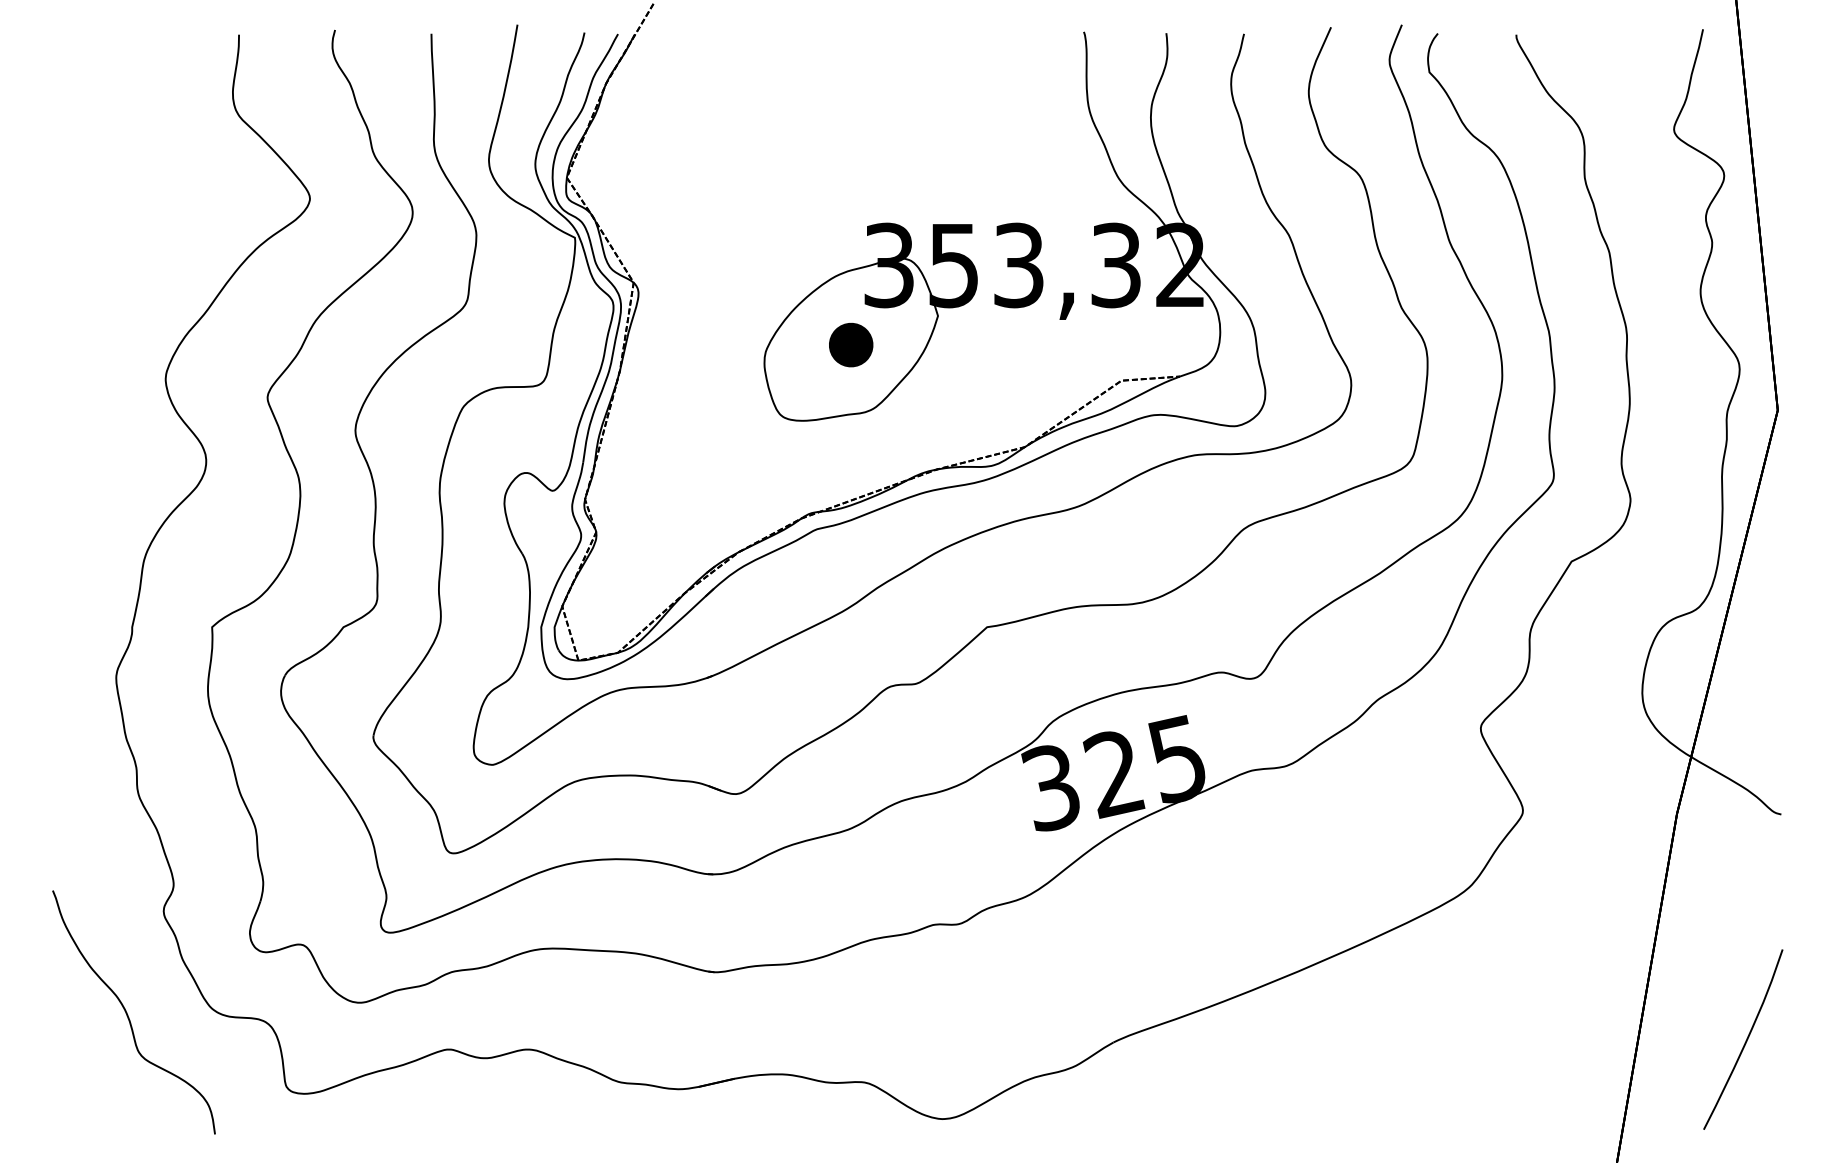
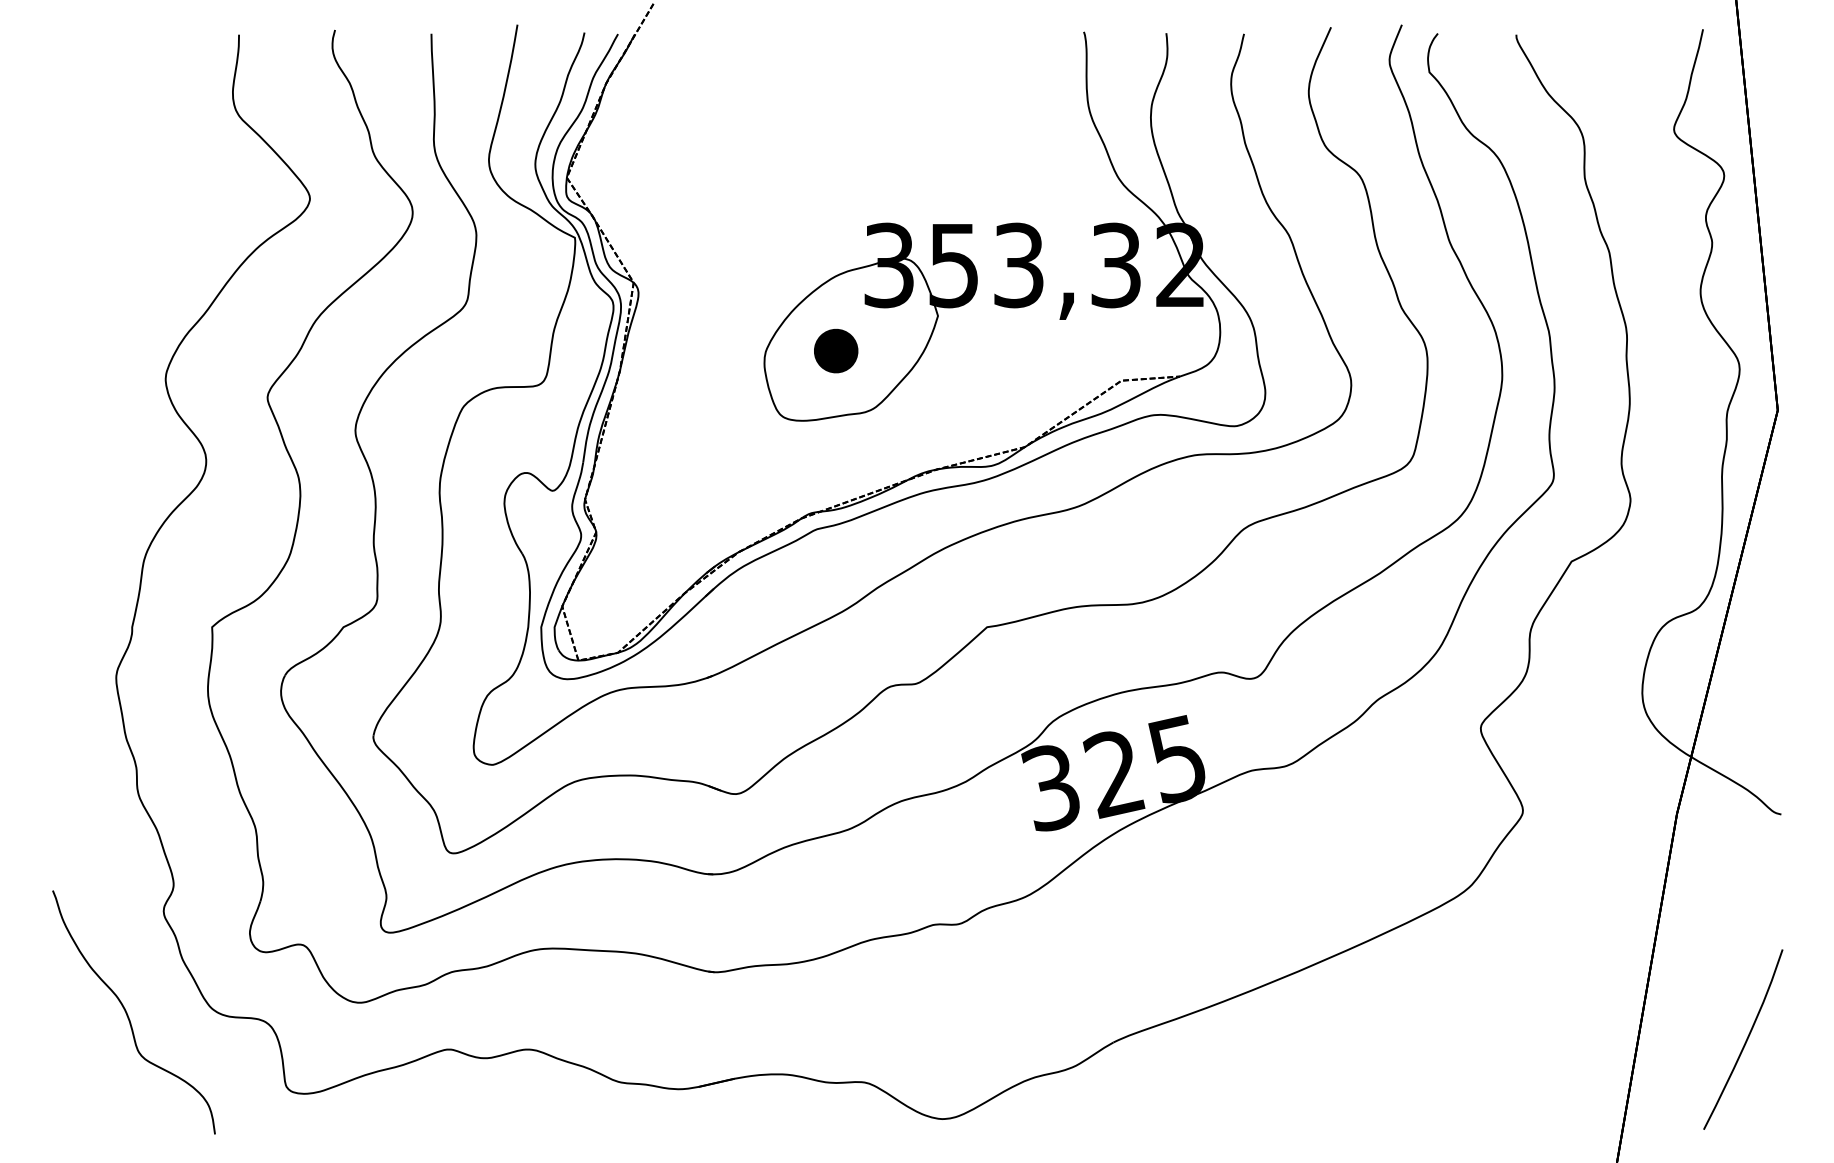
part at (851, 344) position: (851, 344) -> (836, 350)
